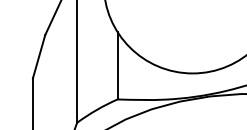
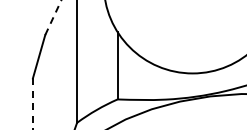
line at (53, 17): solid -> dashed
line at (32, 104): solid -> dashed
